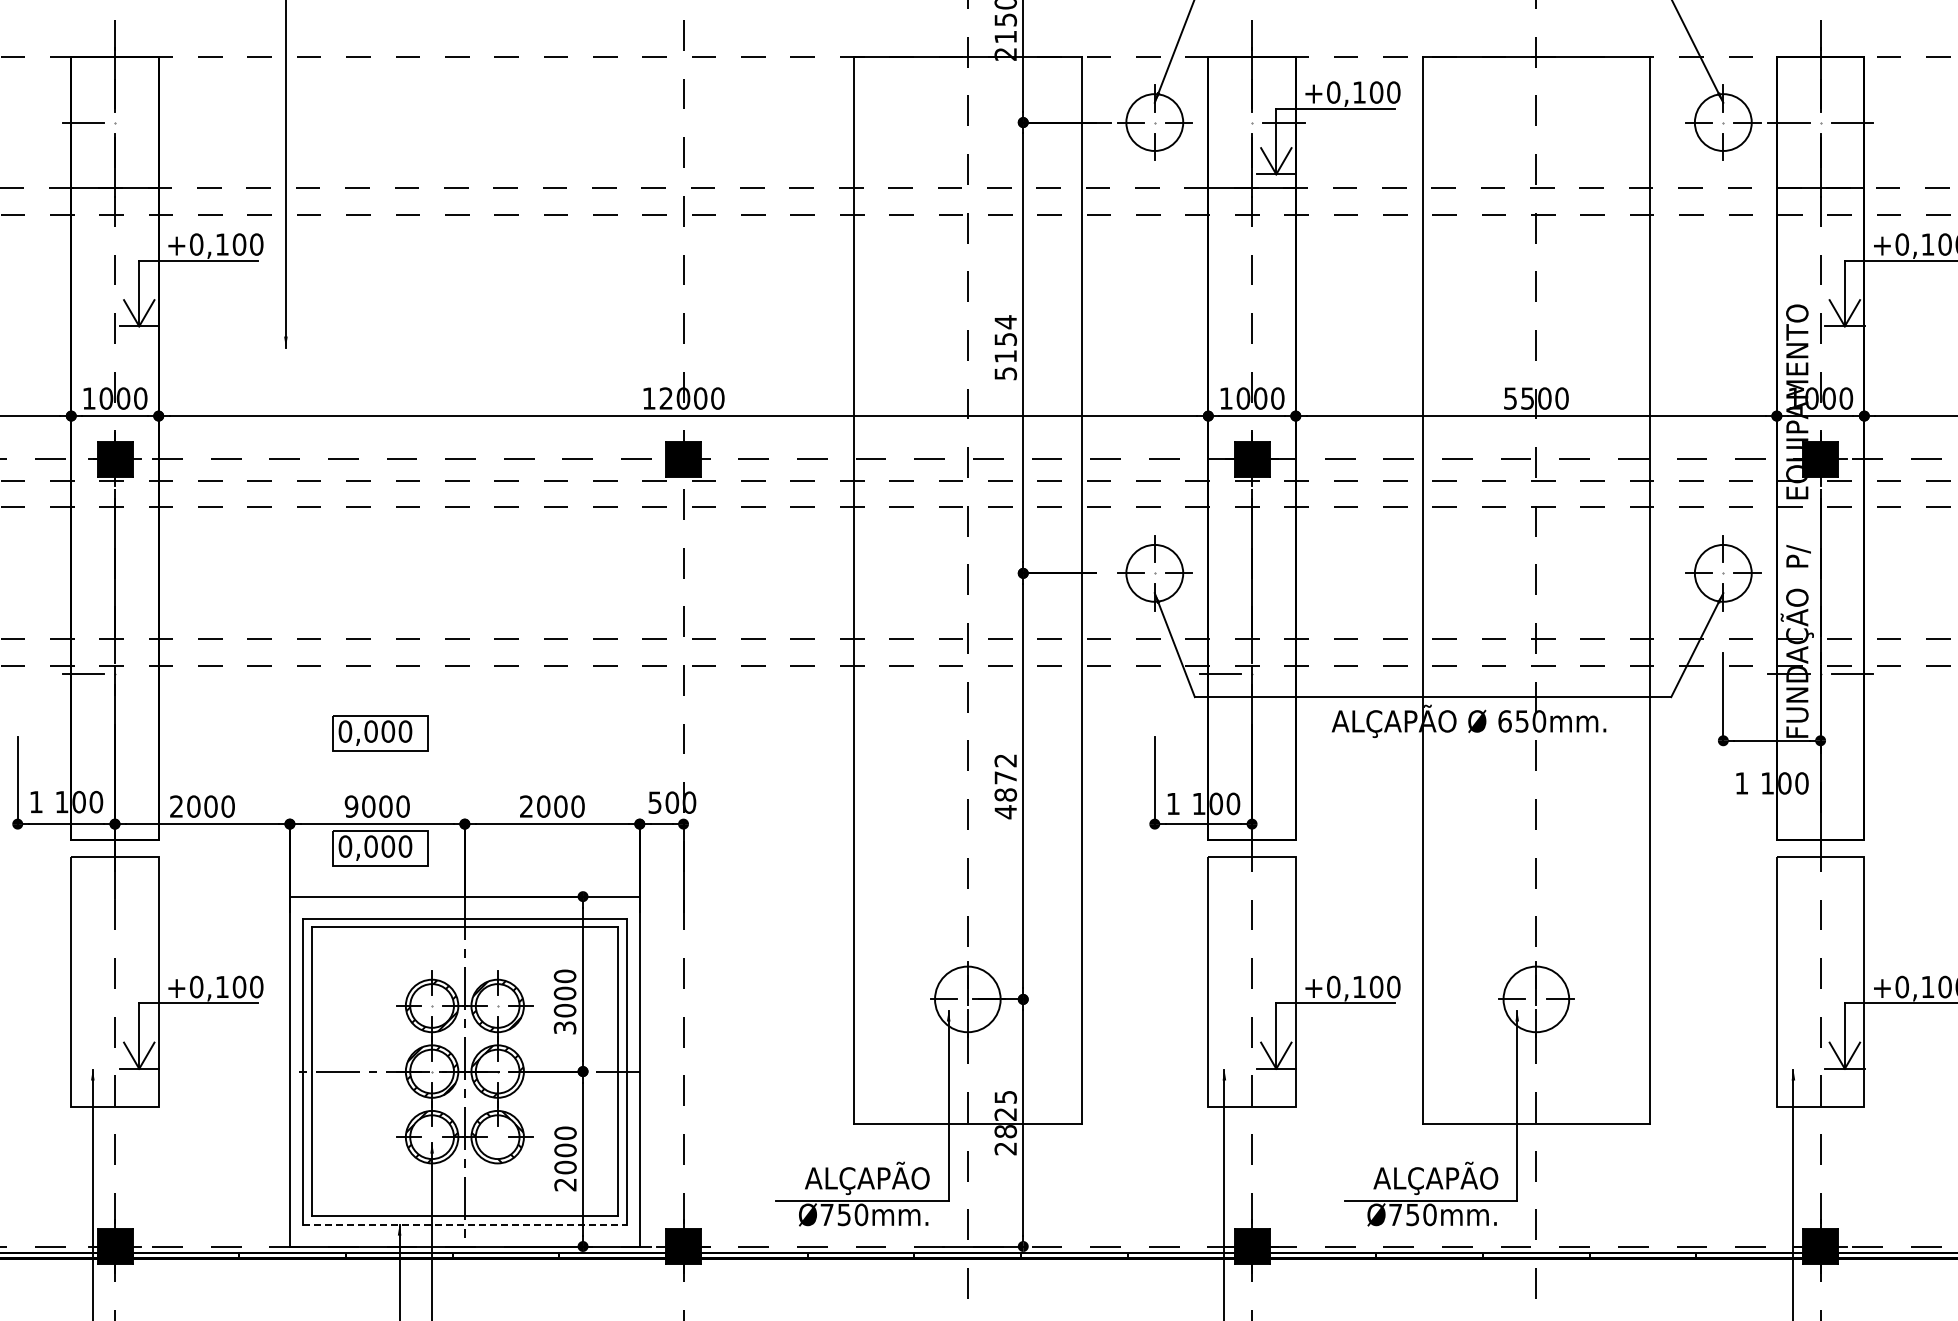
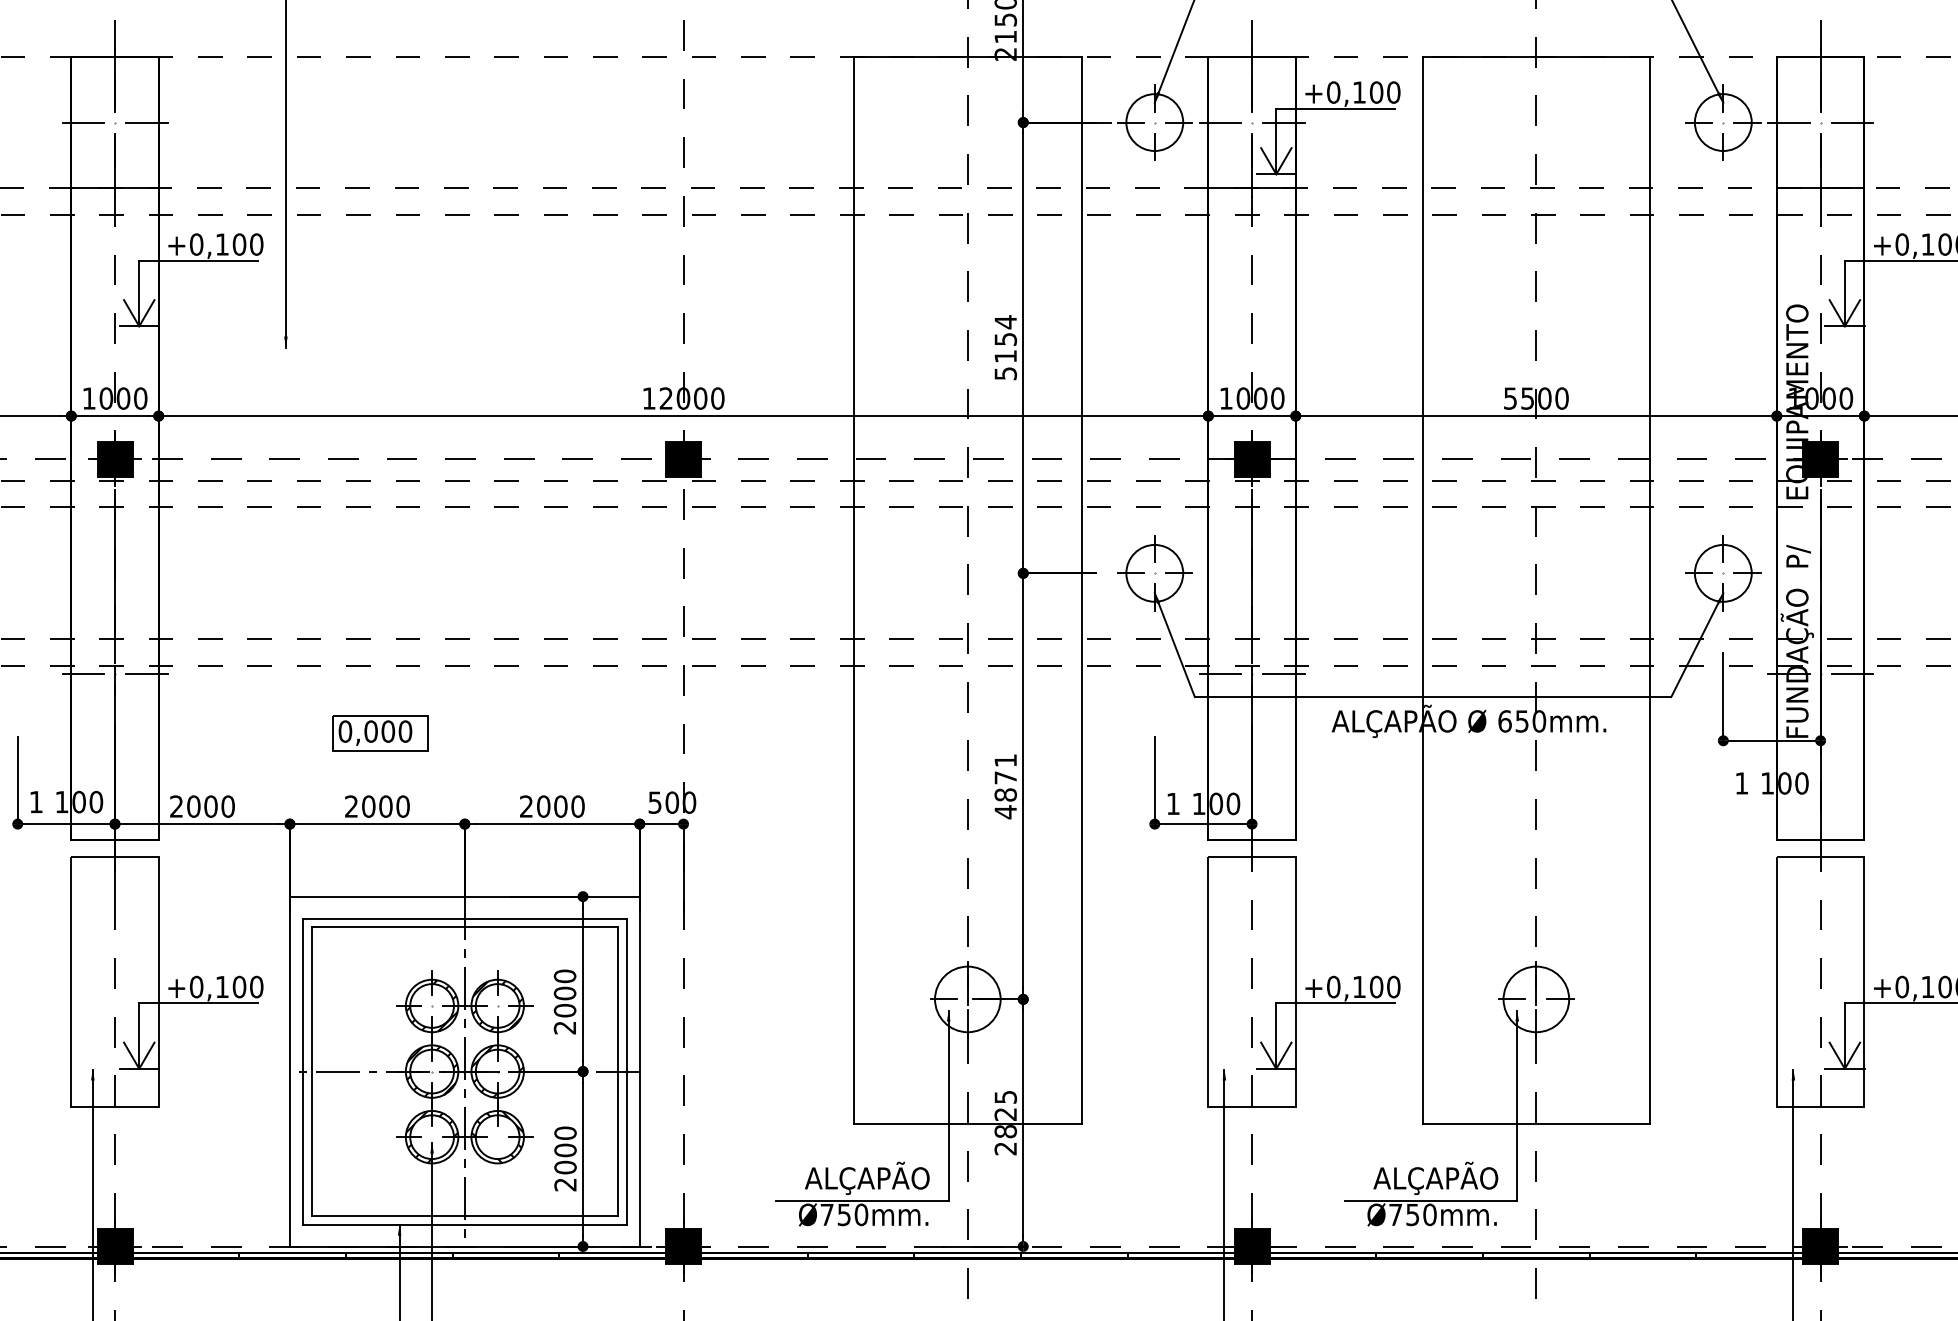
line at (146, 122): none -> present
line at (1220, 122): none -> present
line at (146, 673): none -> present
line at (1283, 673): none -> present
text at (1005, 760): 4872 -> 4871
text at (351, 806): 9000 -> 2000
part at (380, 848): present -> none
text at (565, 1027): 3000 -> 2000
line at (464, 1224): dashed -> solid
